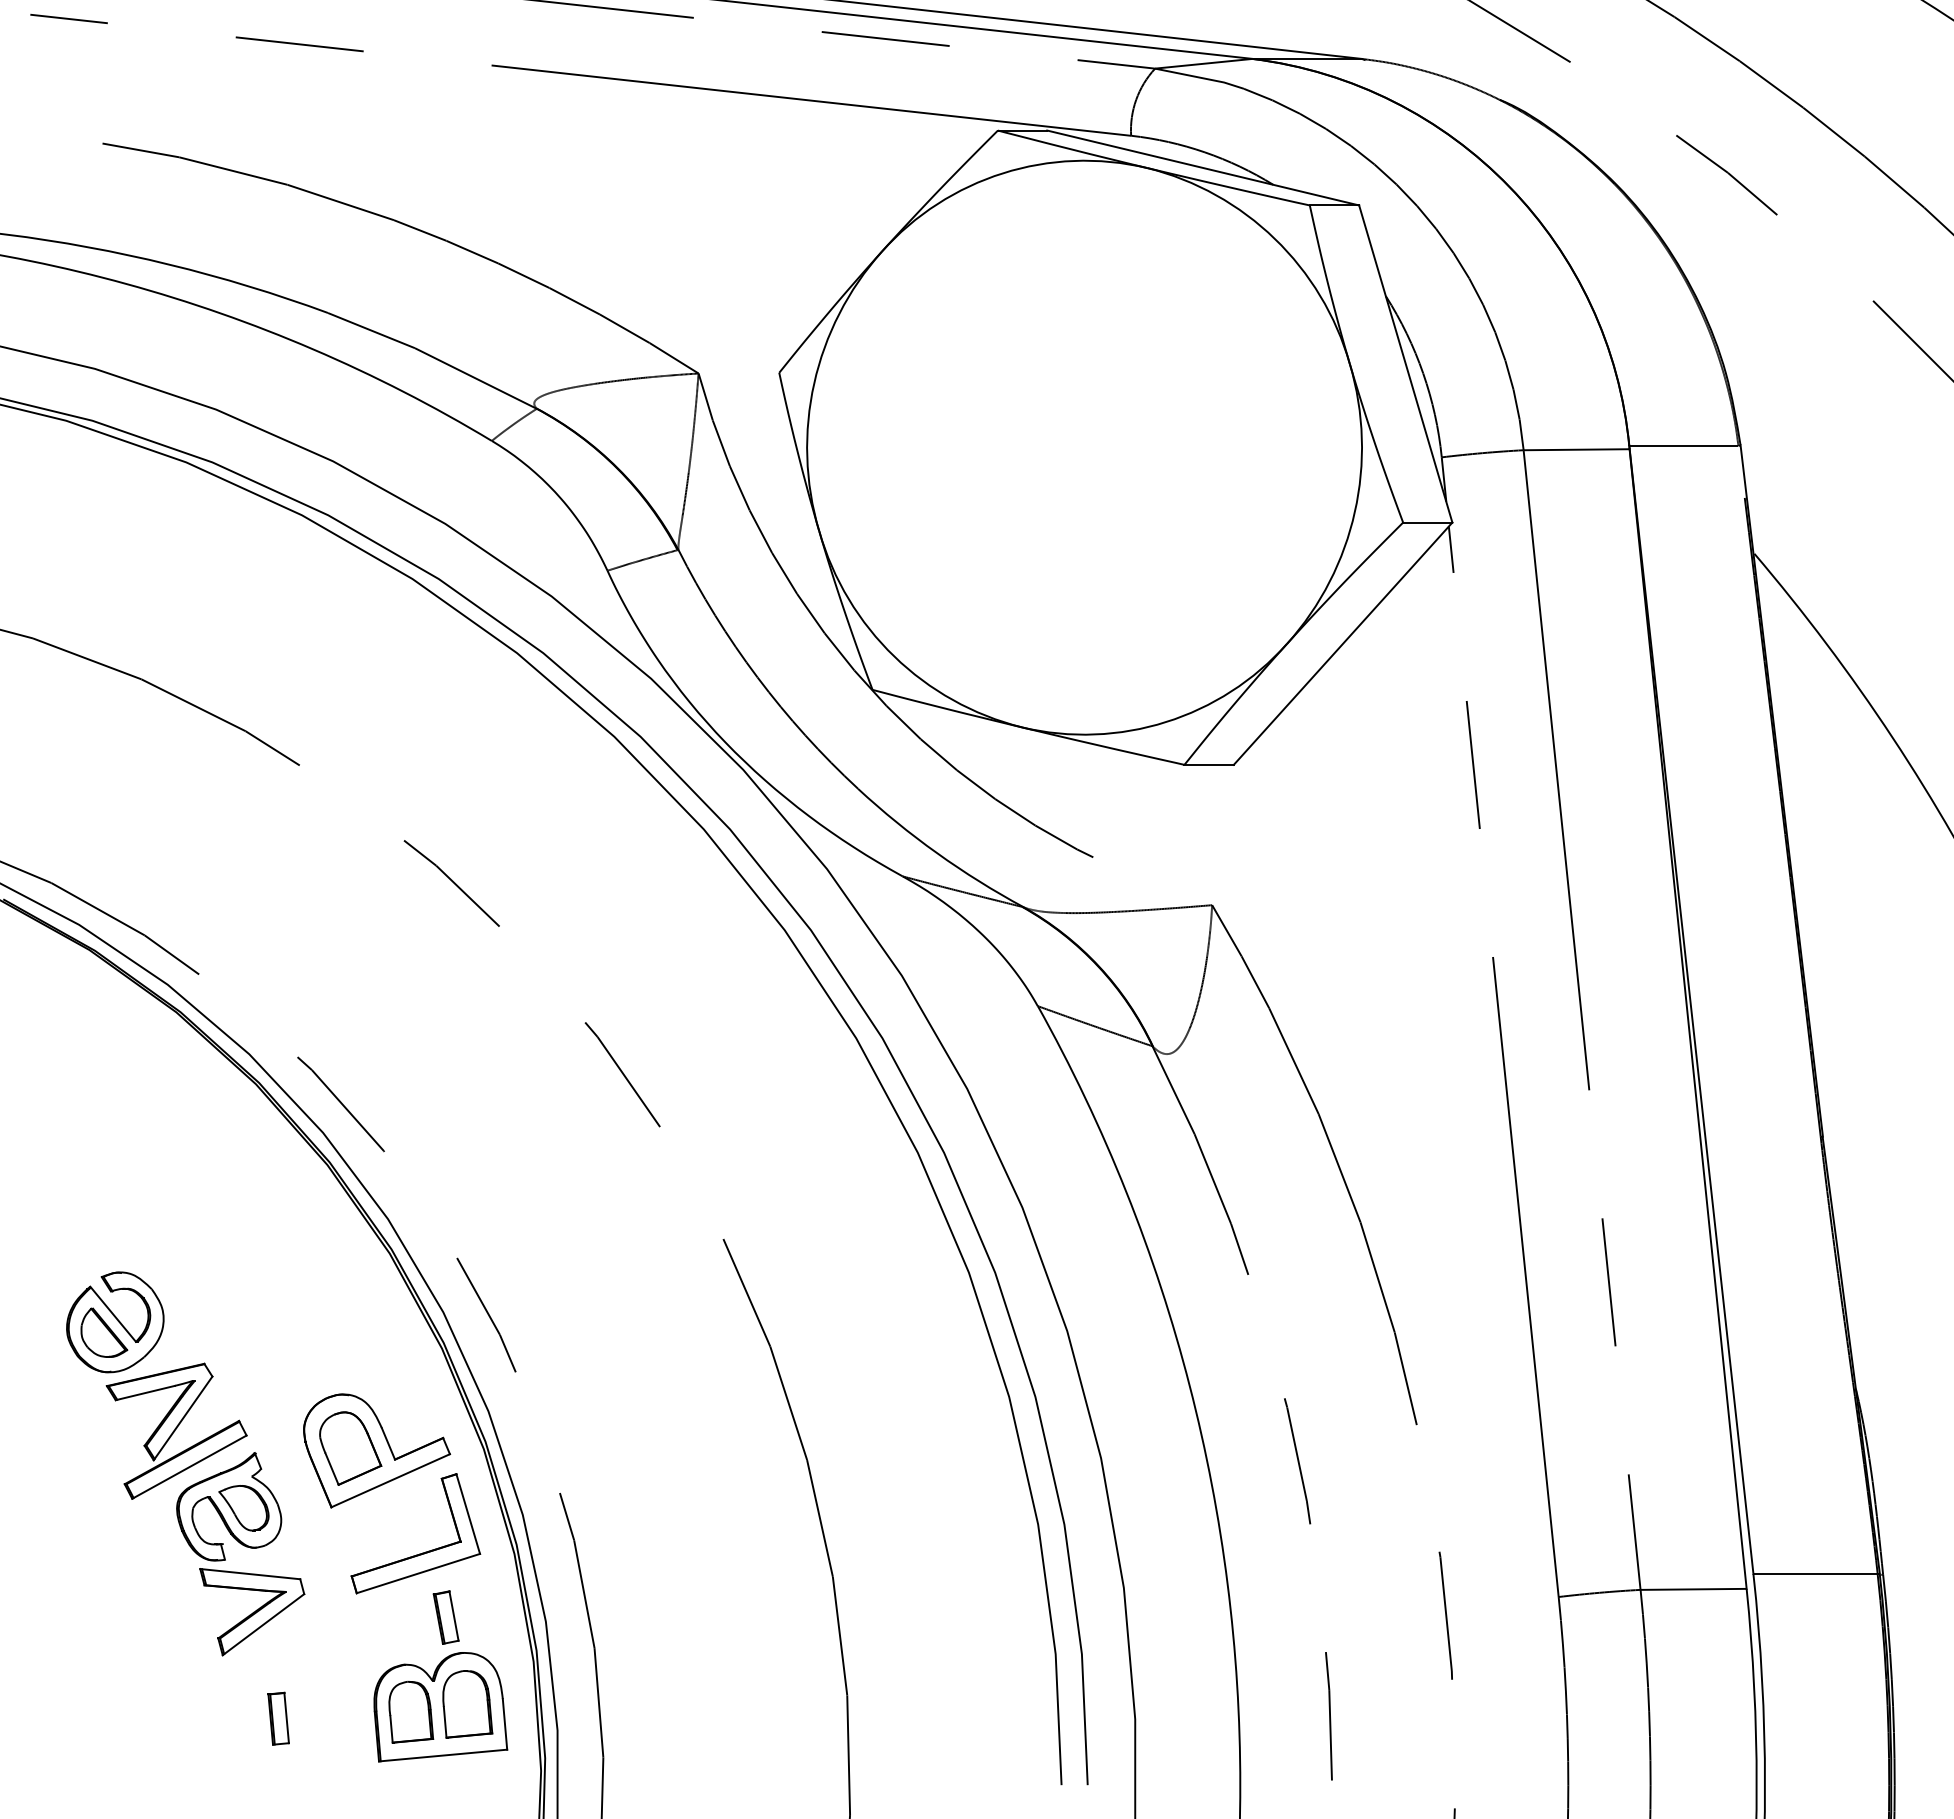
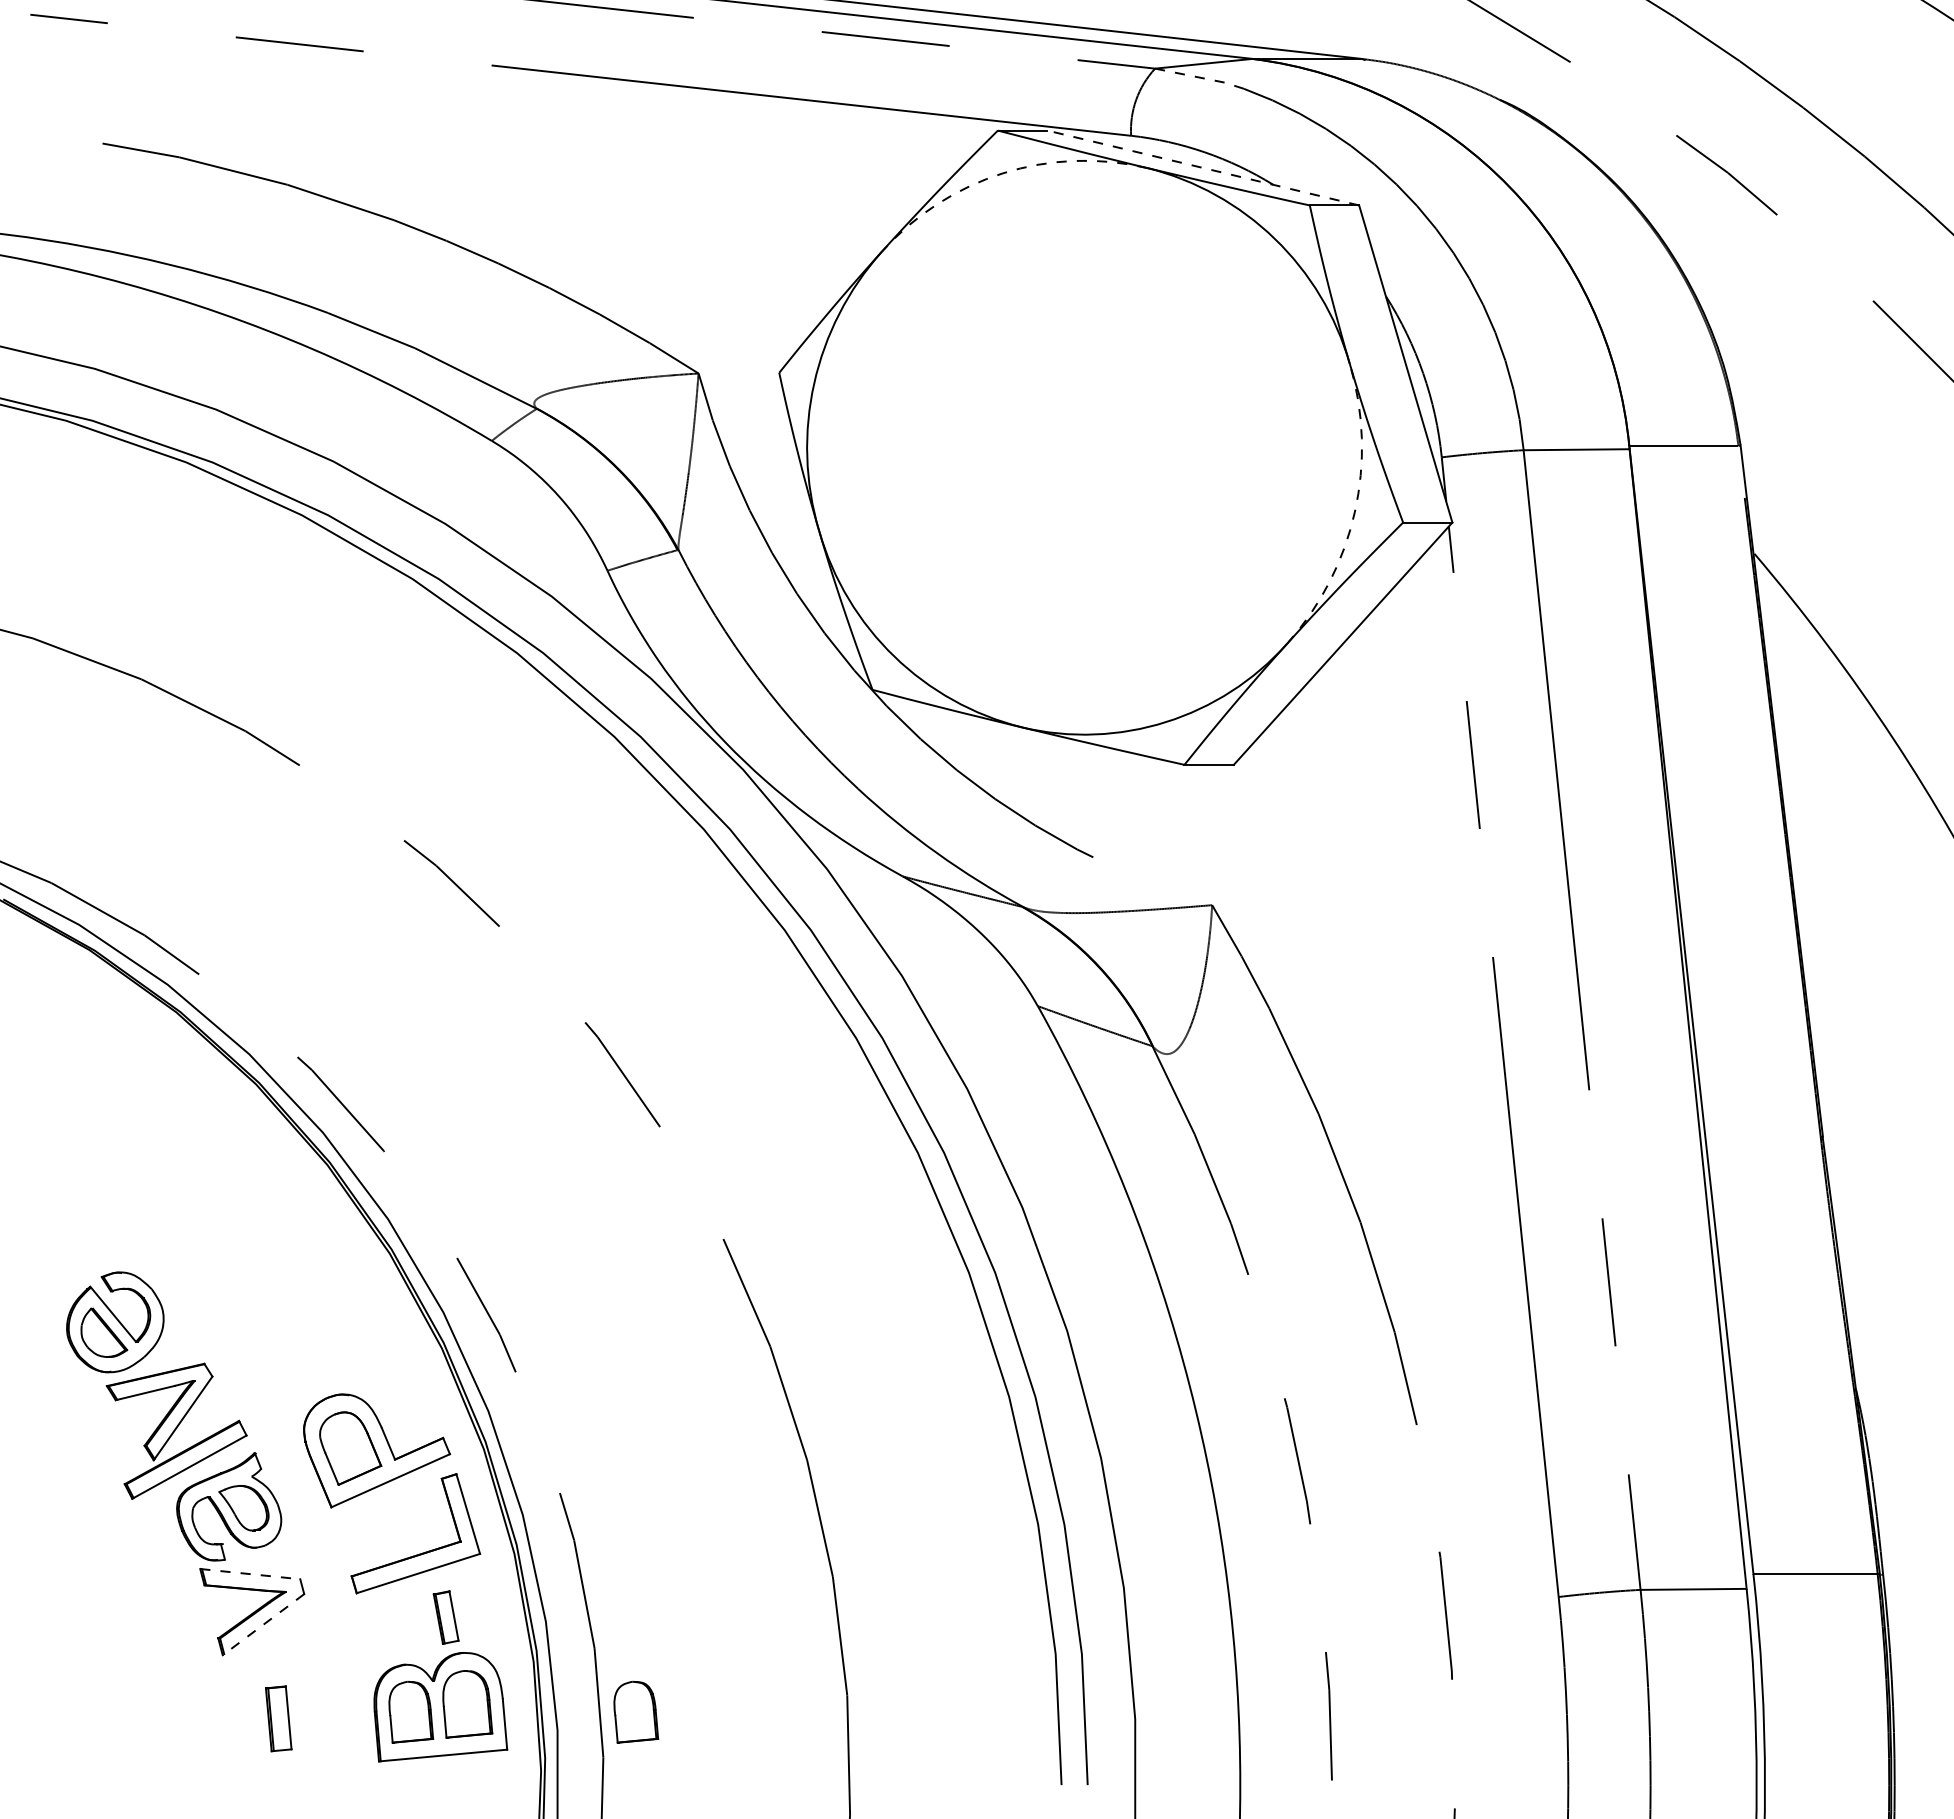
line at (1200, 77): solid -> dashed
line at (1202, 167): solid -> dashed
arc at (1002, 173): solid -> dashed
arc at (1354, 512): solid -> dashed
line at (250, 1574): solid -> dashed
line at (263, 1624): solid -> dashed
part at (636, 1711): none -> present
part at (278, 1718) size: 23x55 px -> 28x68 px
